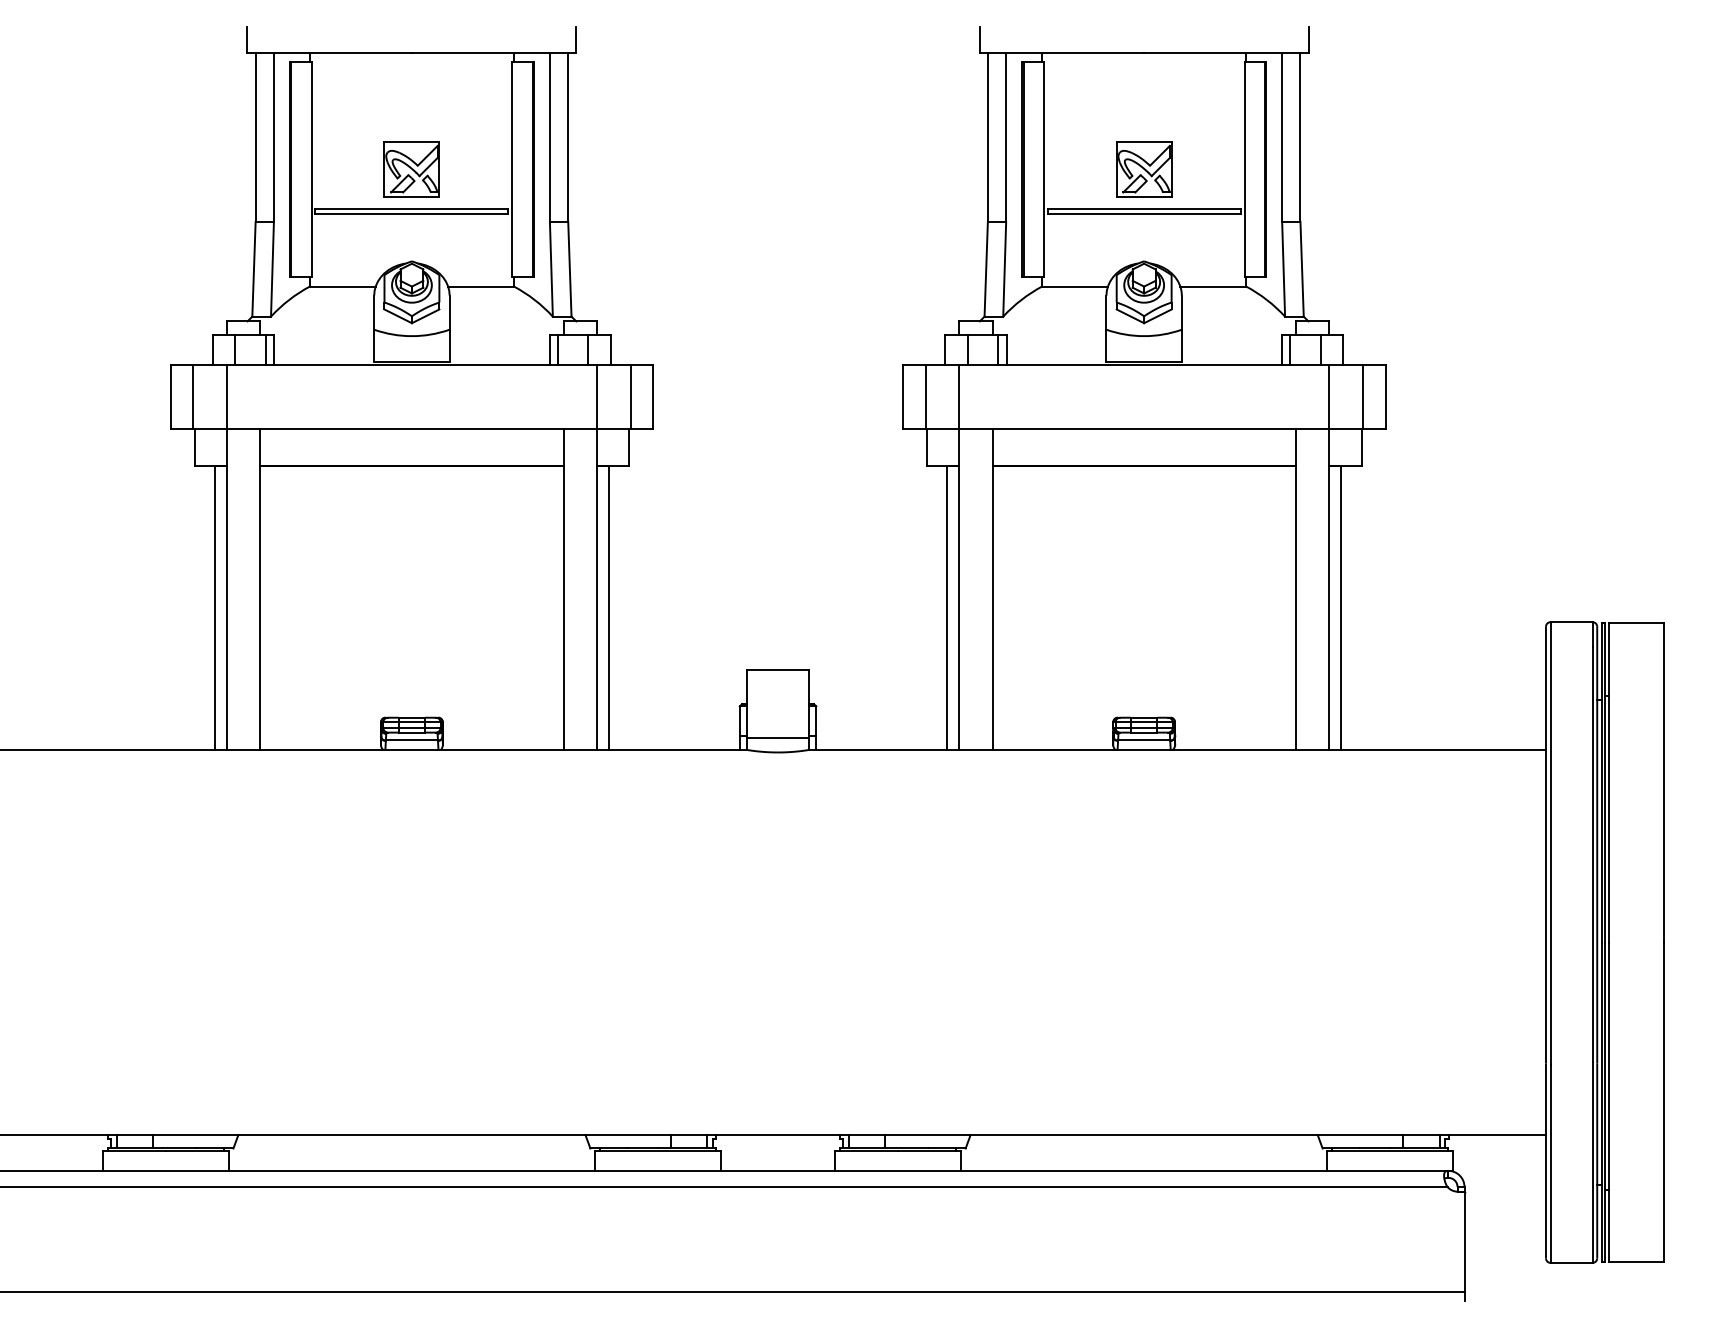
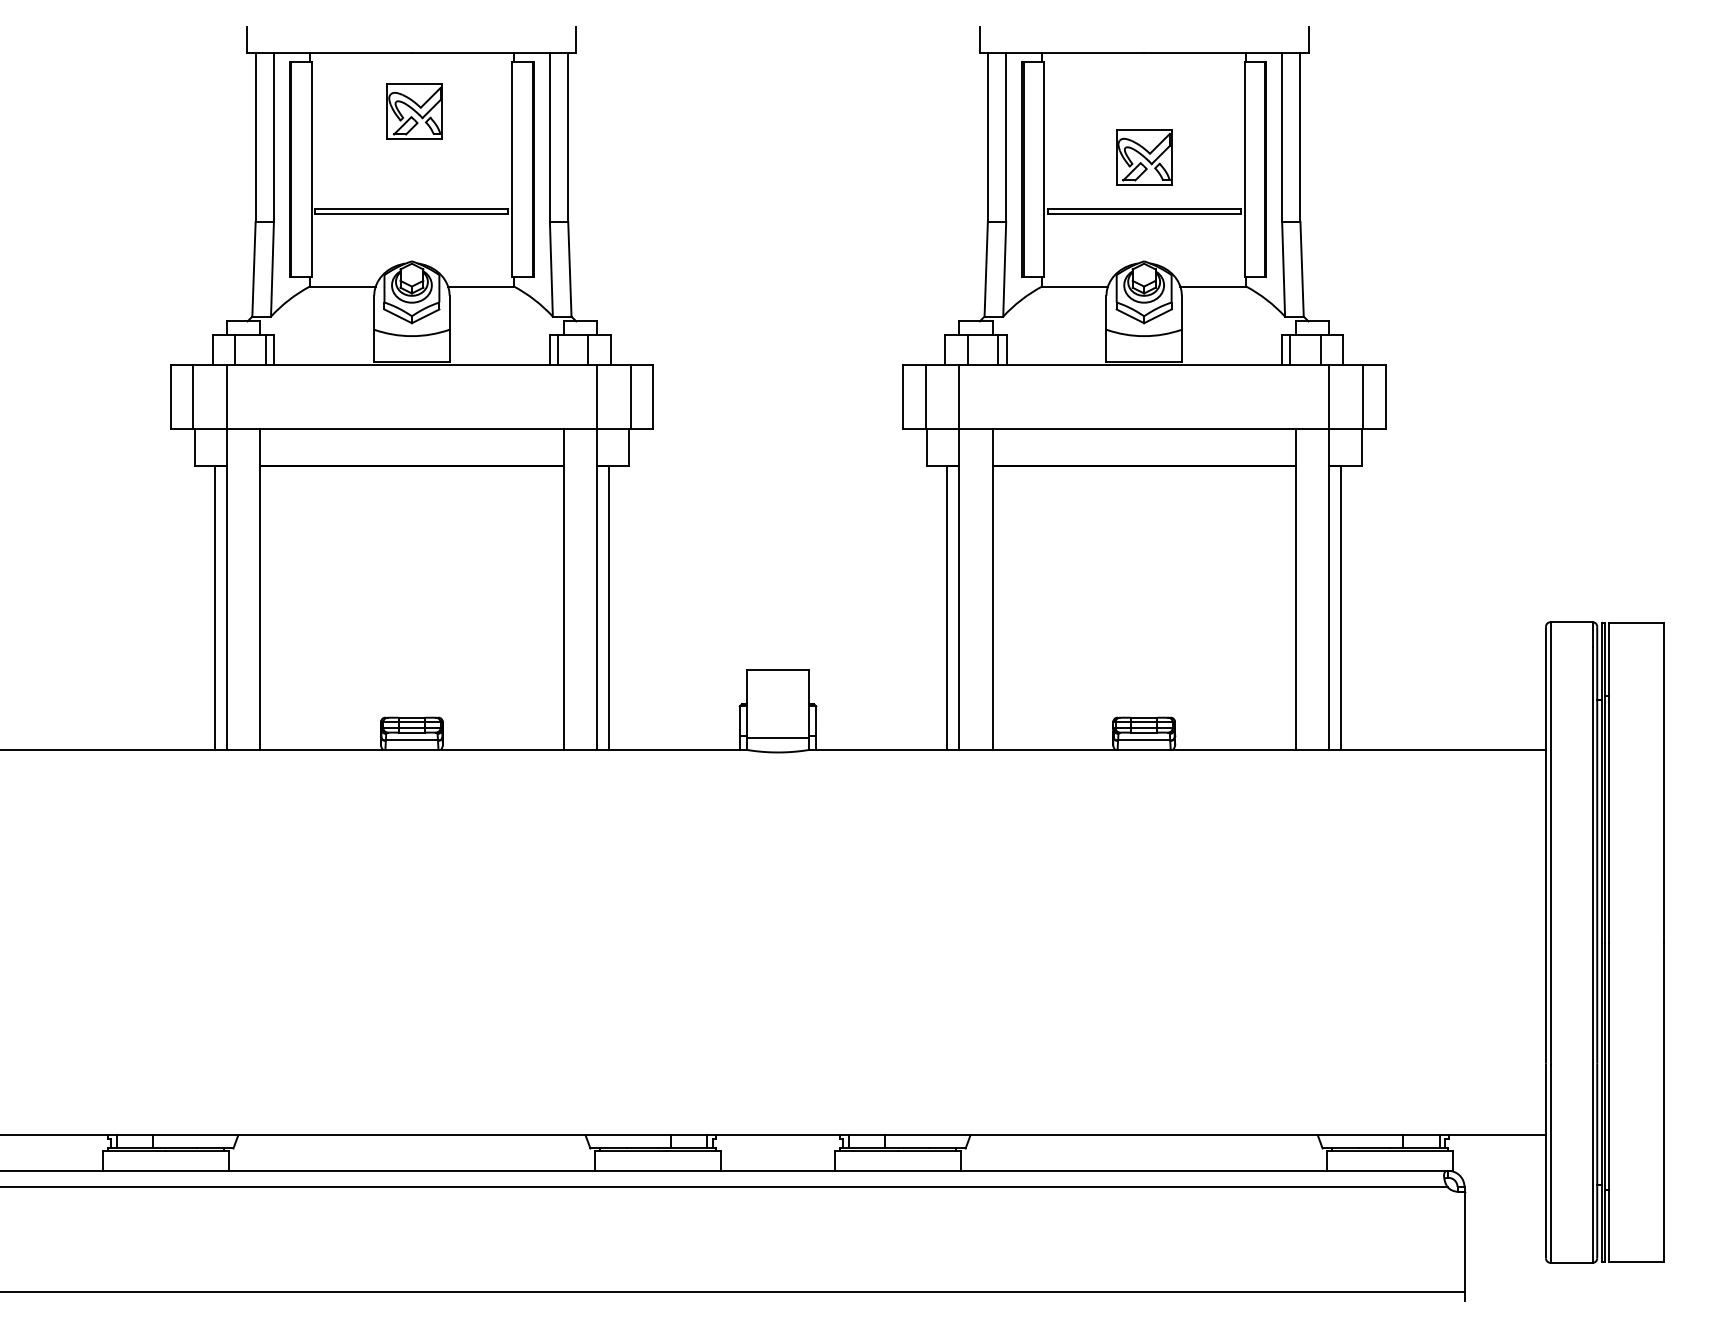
part at (411, 169) position: (411, 169) -> (414, 111)
part at (1144, 169) position: (1144, 169) -> (1144, 157)
